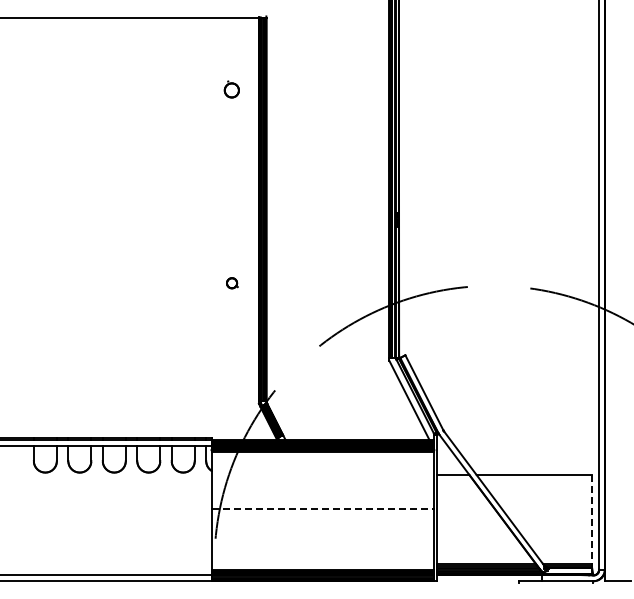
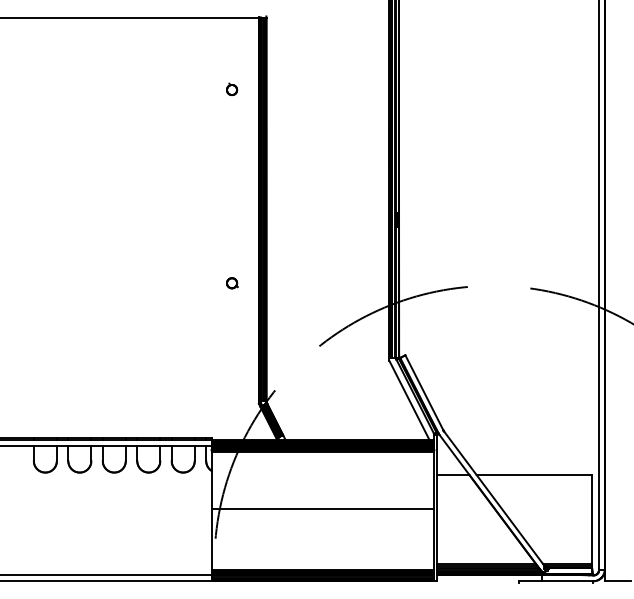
part at (231, 89) size: 17x19 px -> 13x14 px
line at (323, 509): dashed -> solid
line at (591, 519): dashed -> solid
